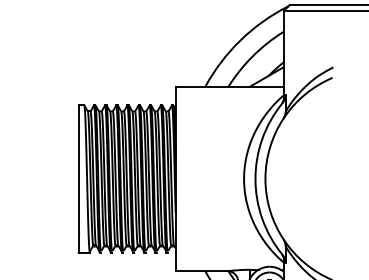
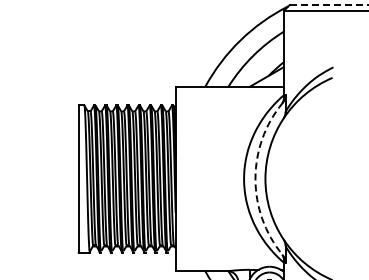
line at (329, 5): solid -> dashed
arc at (255, 179): solid -> dashed
